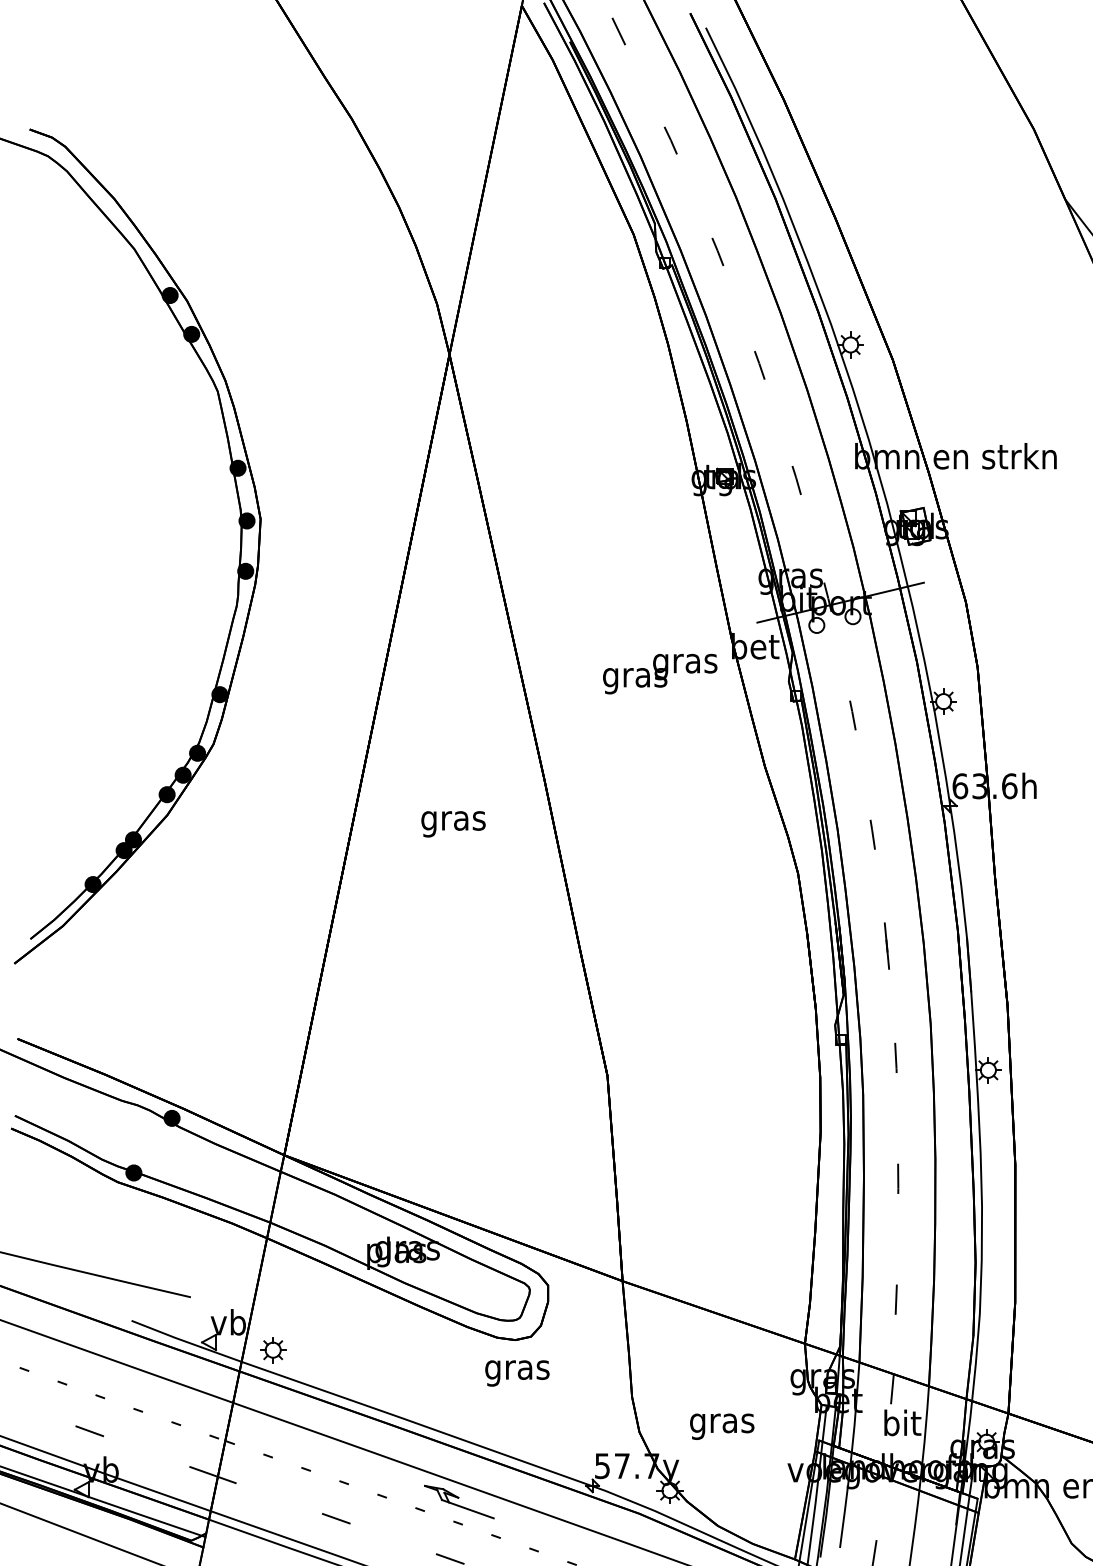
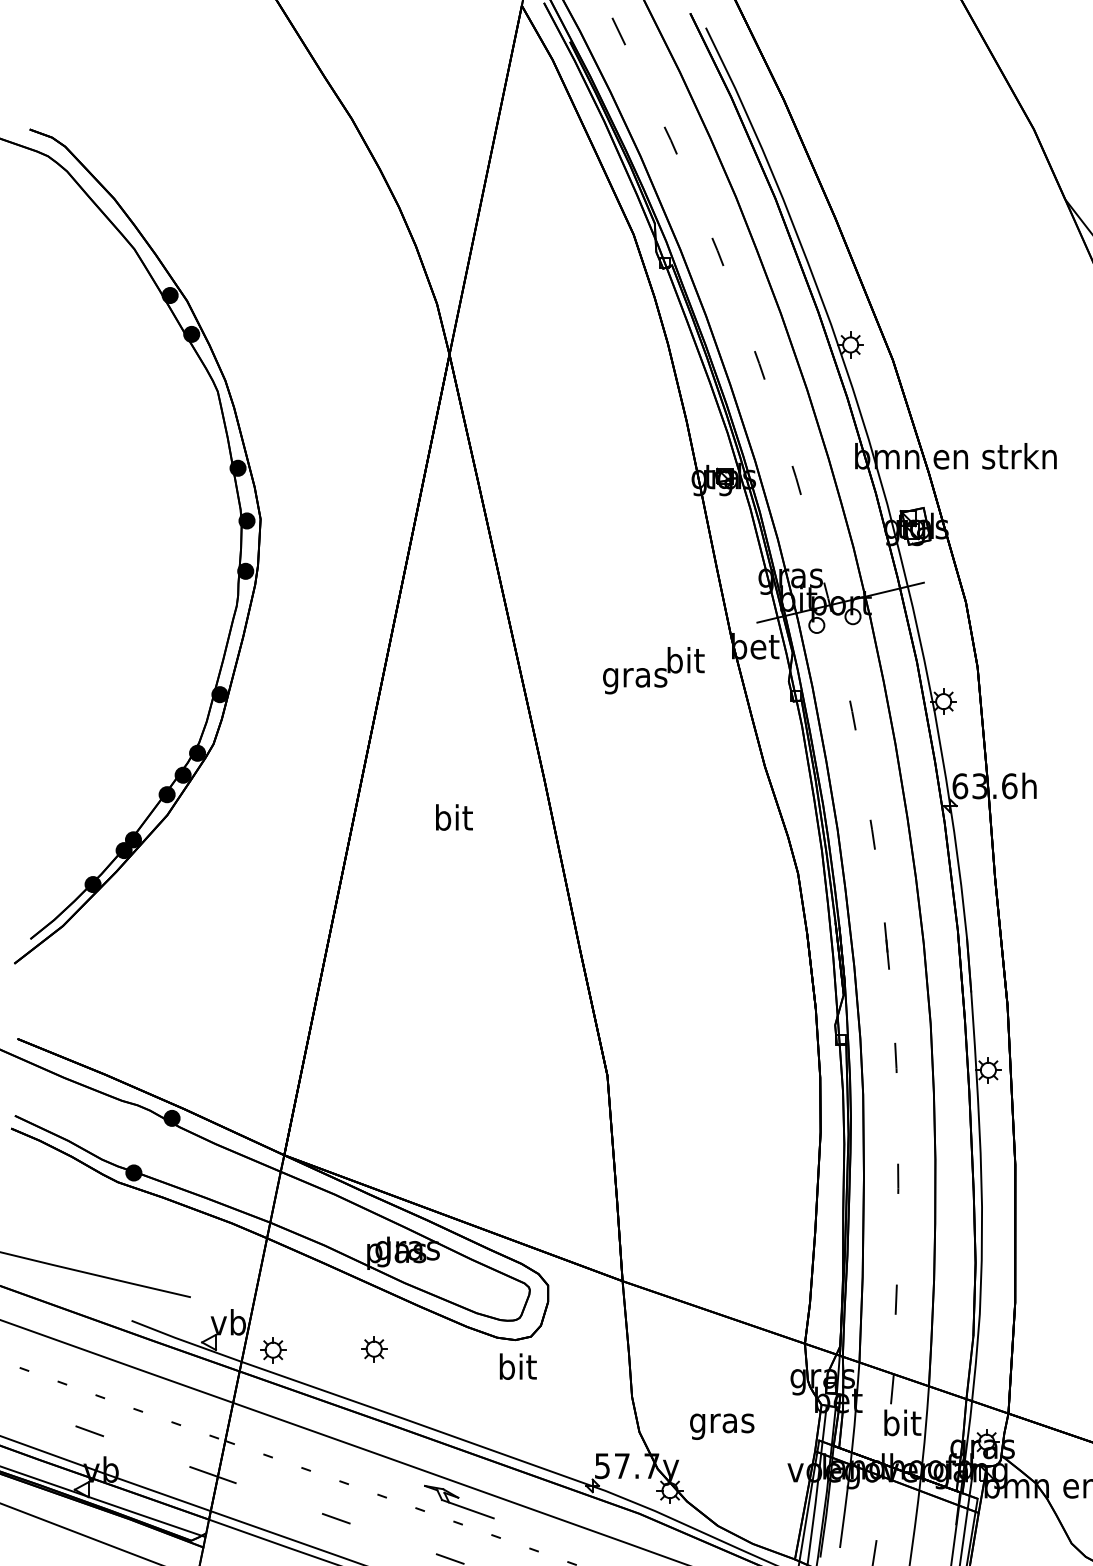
text at (685, 663): gras -> bit
text at (453, 820): gras -> bit
part at (374, 1349): none -> present
text at (517, 1369): gras -> bit
